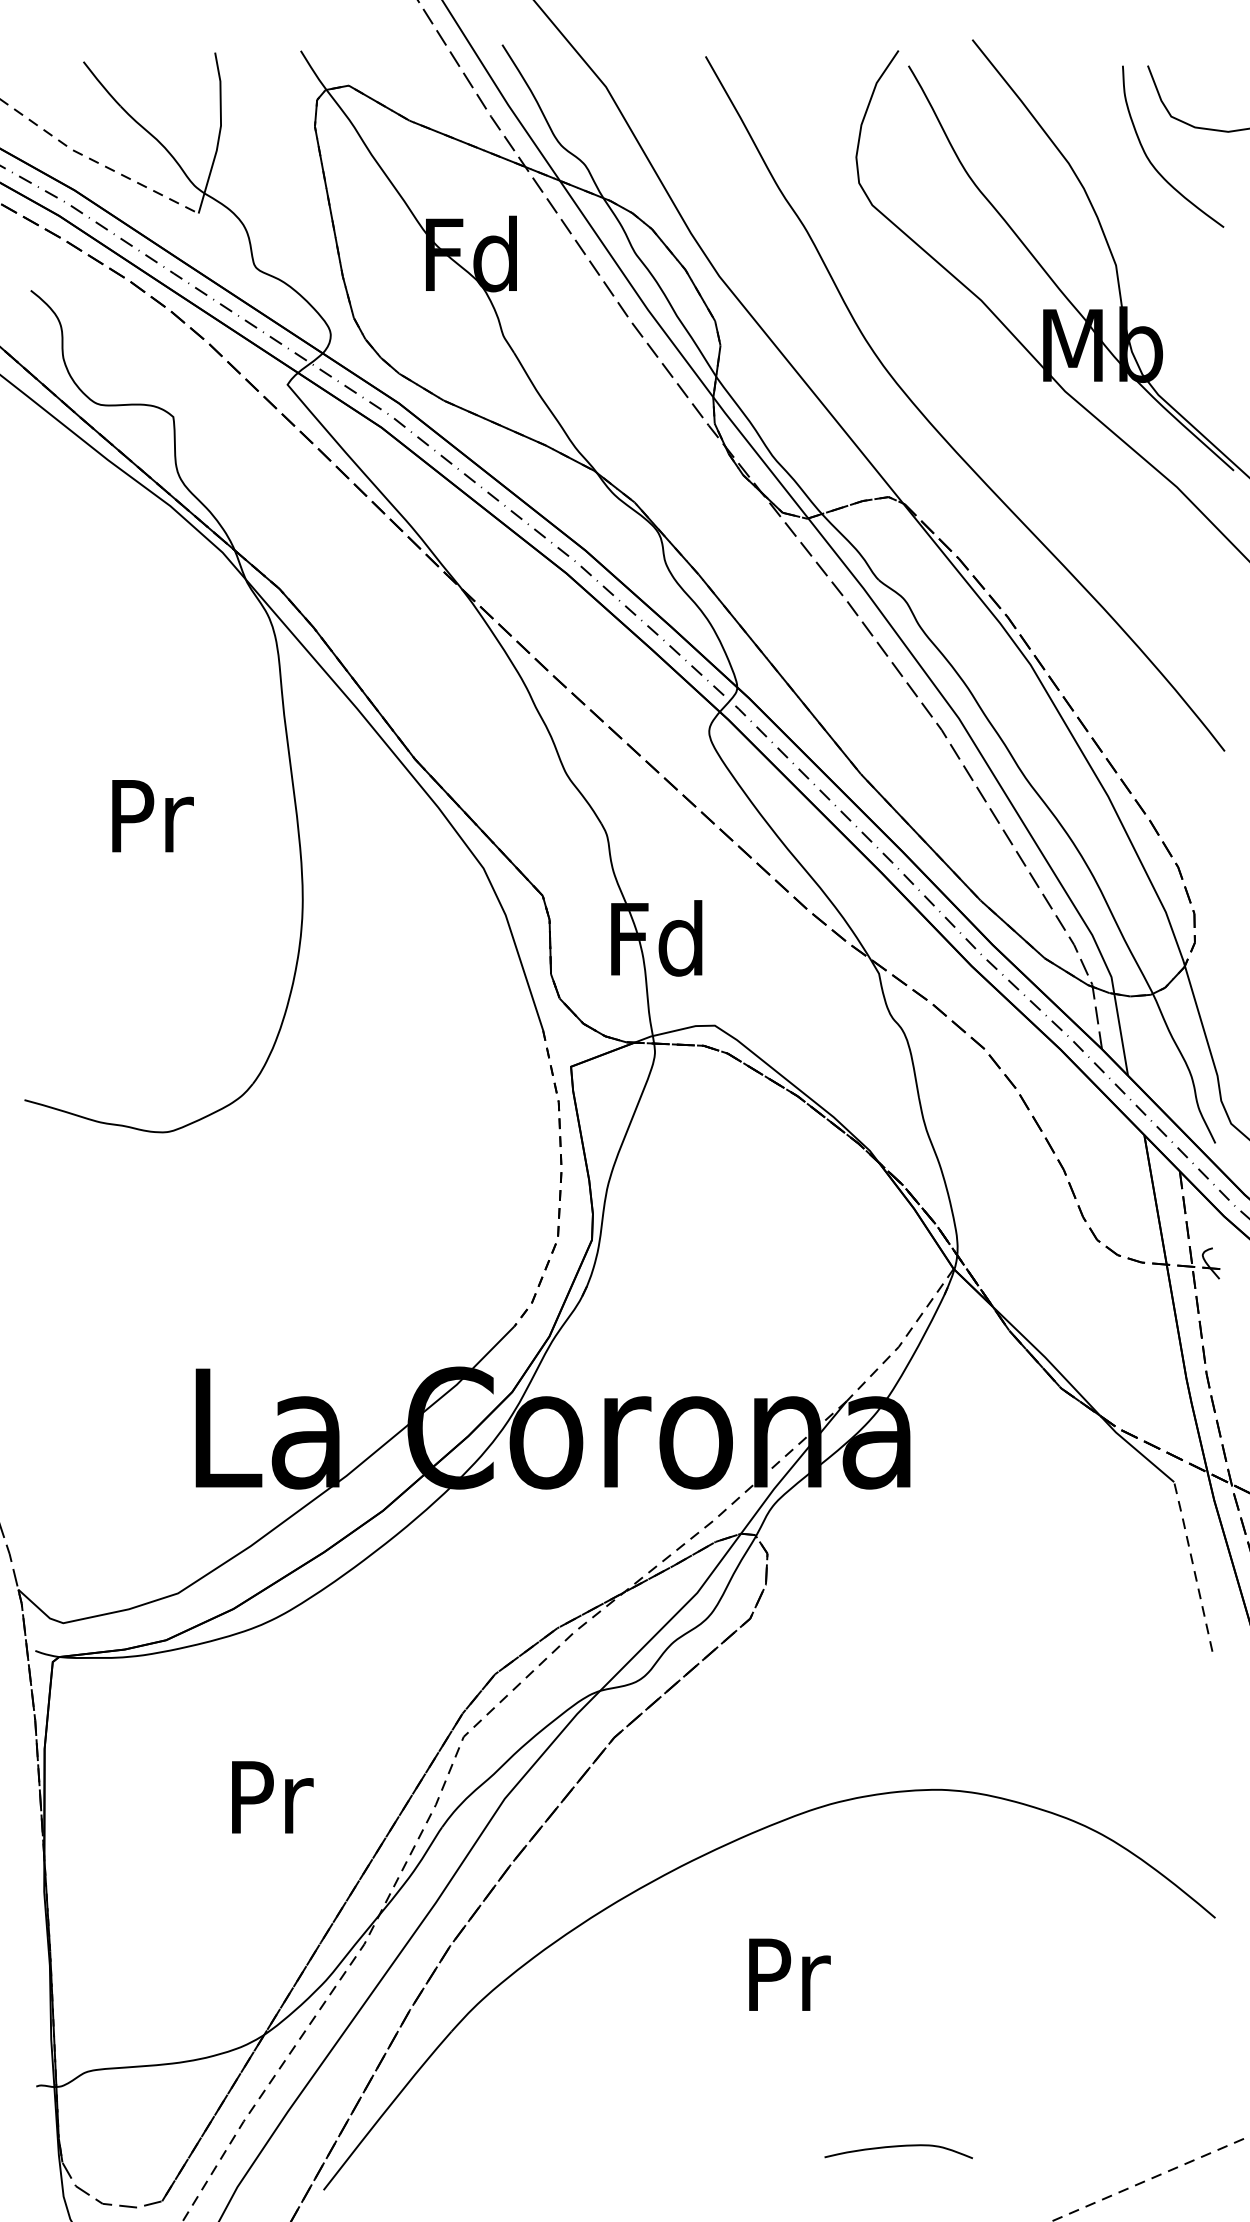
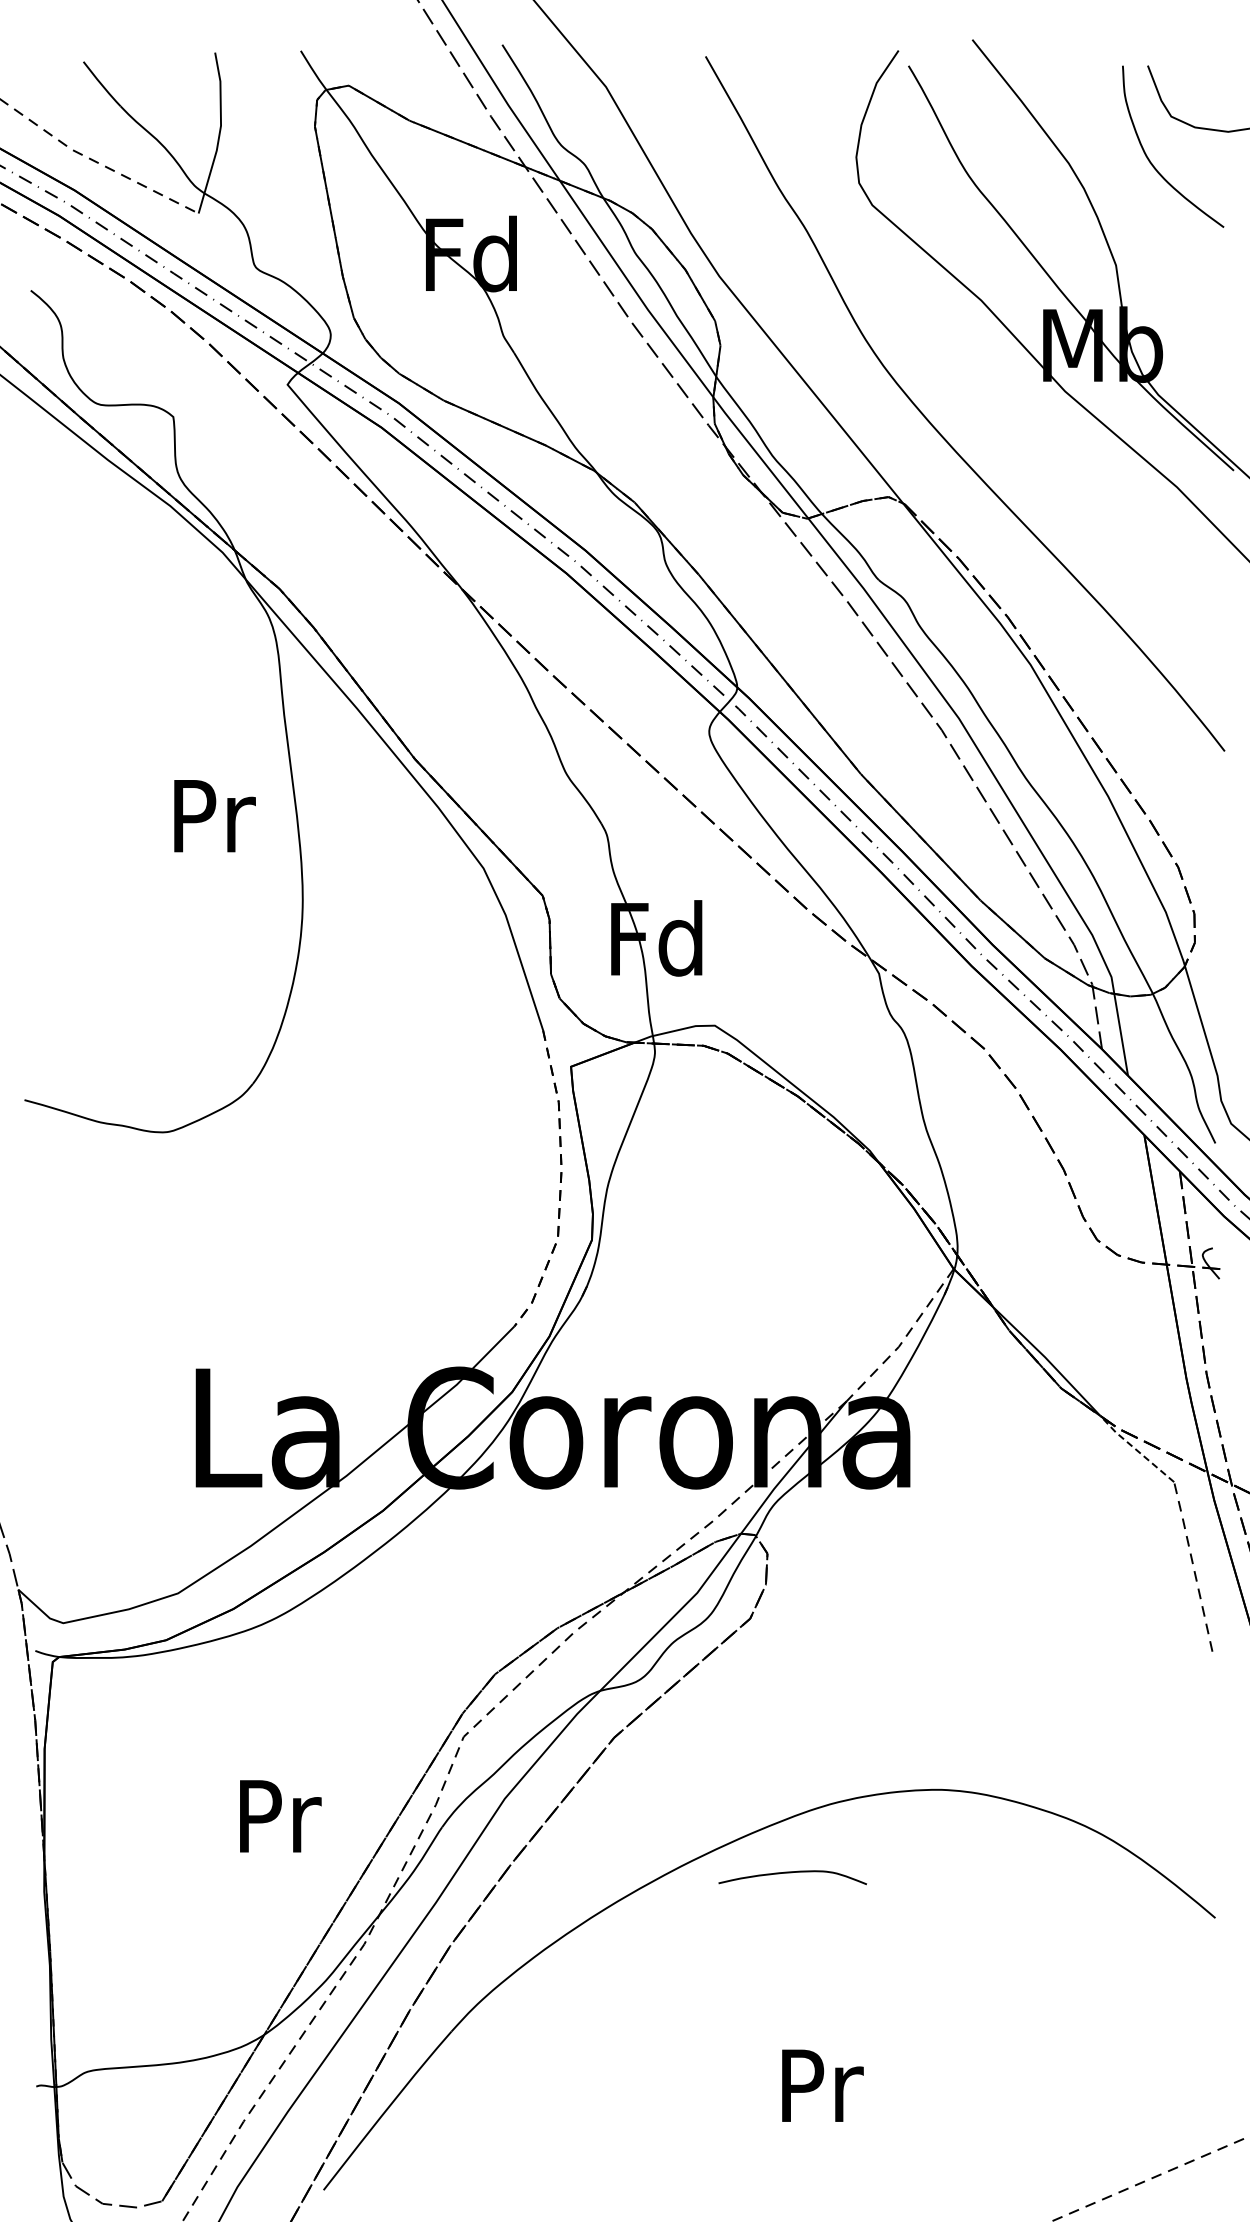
text at (152, 816) position: (152, 816) -> (214, 816)
line at (1135, 1449): solid -> dashed
text at (272, 1797) position: (272, 1797) -> (280, 1816)
text at (789, 1974) position: (789, 1974) -> (822, 2085)
curve at (898, 2147) position: (898, 2147) -> (792, 1873)
